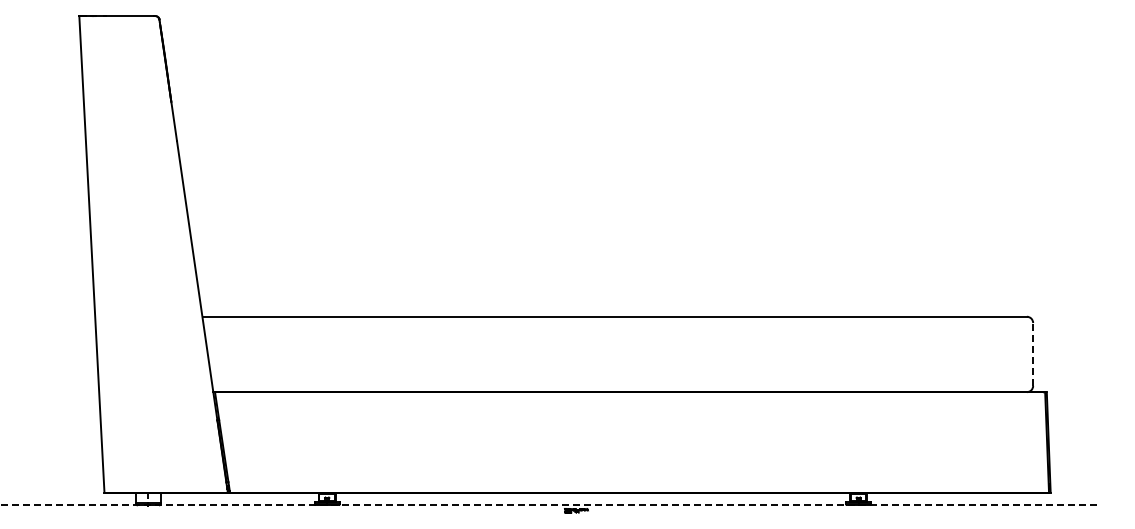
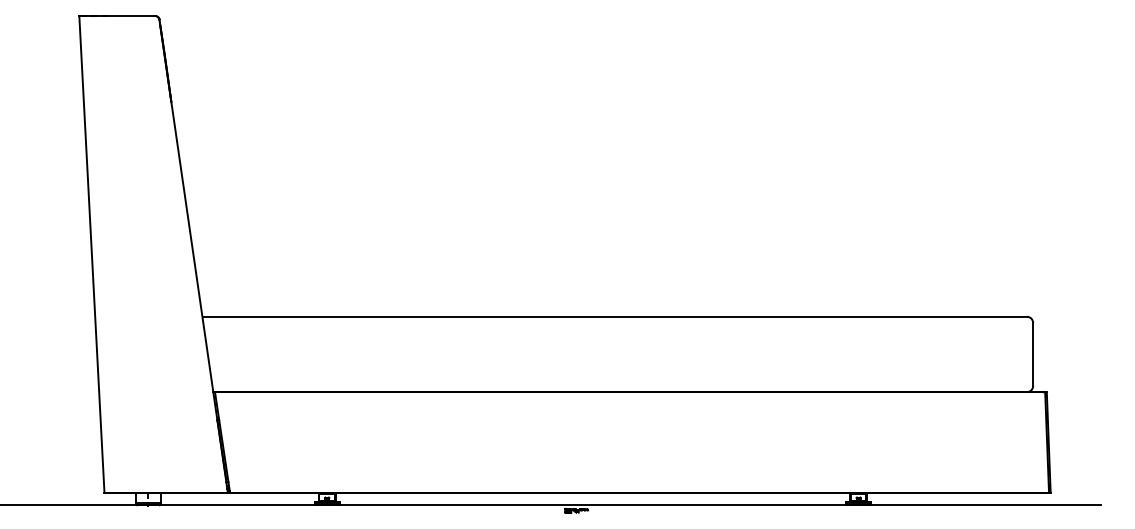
line at (1033, 353): dashed -> solid
line at (551, 505): dashed -> solid
